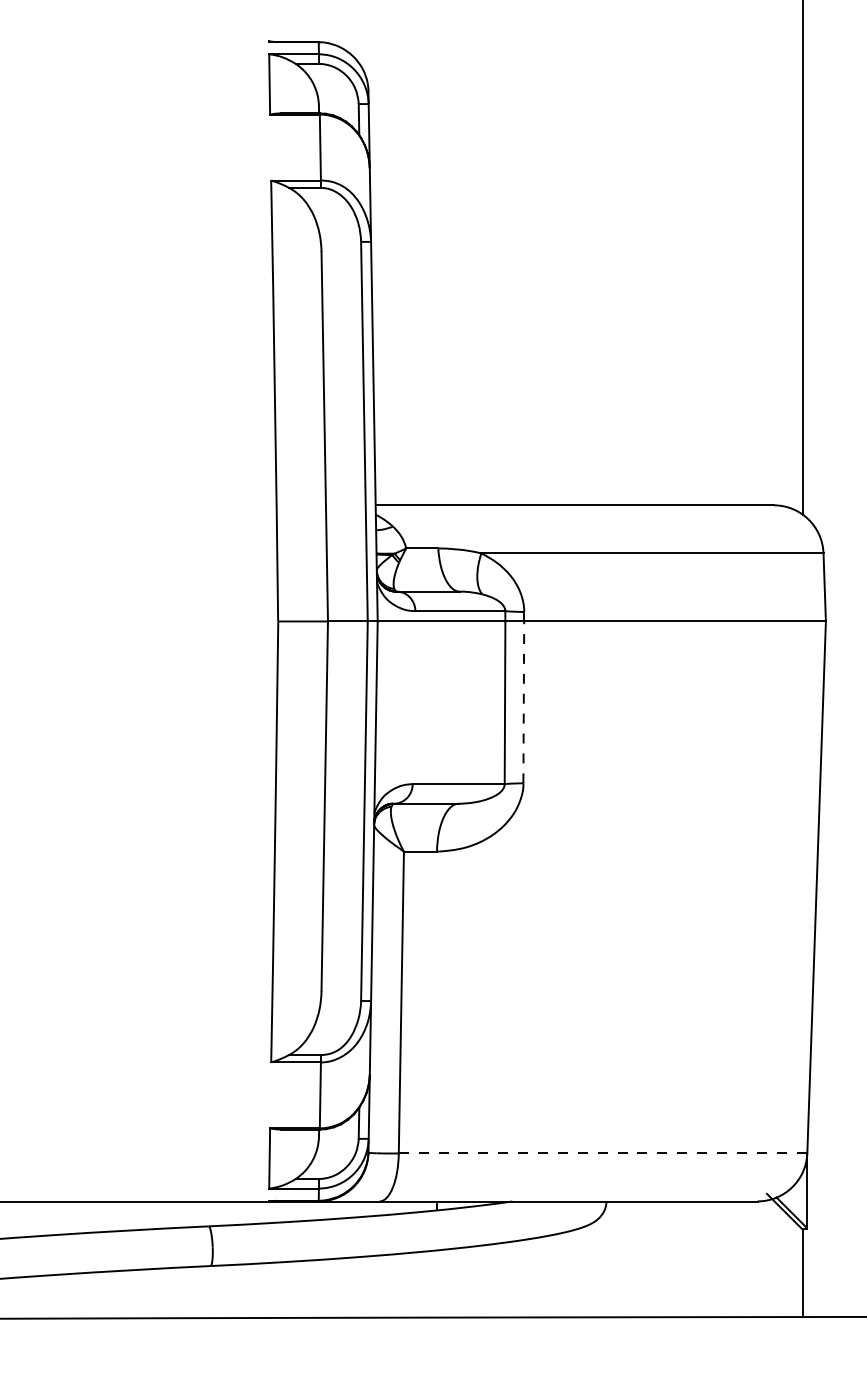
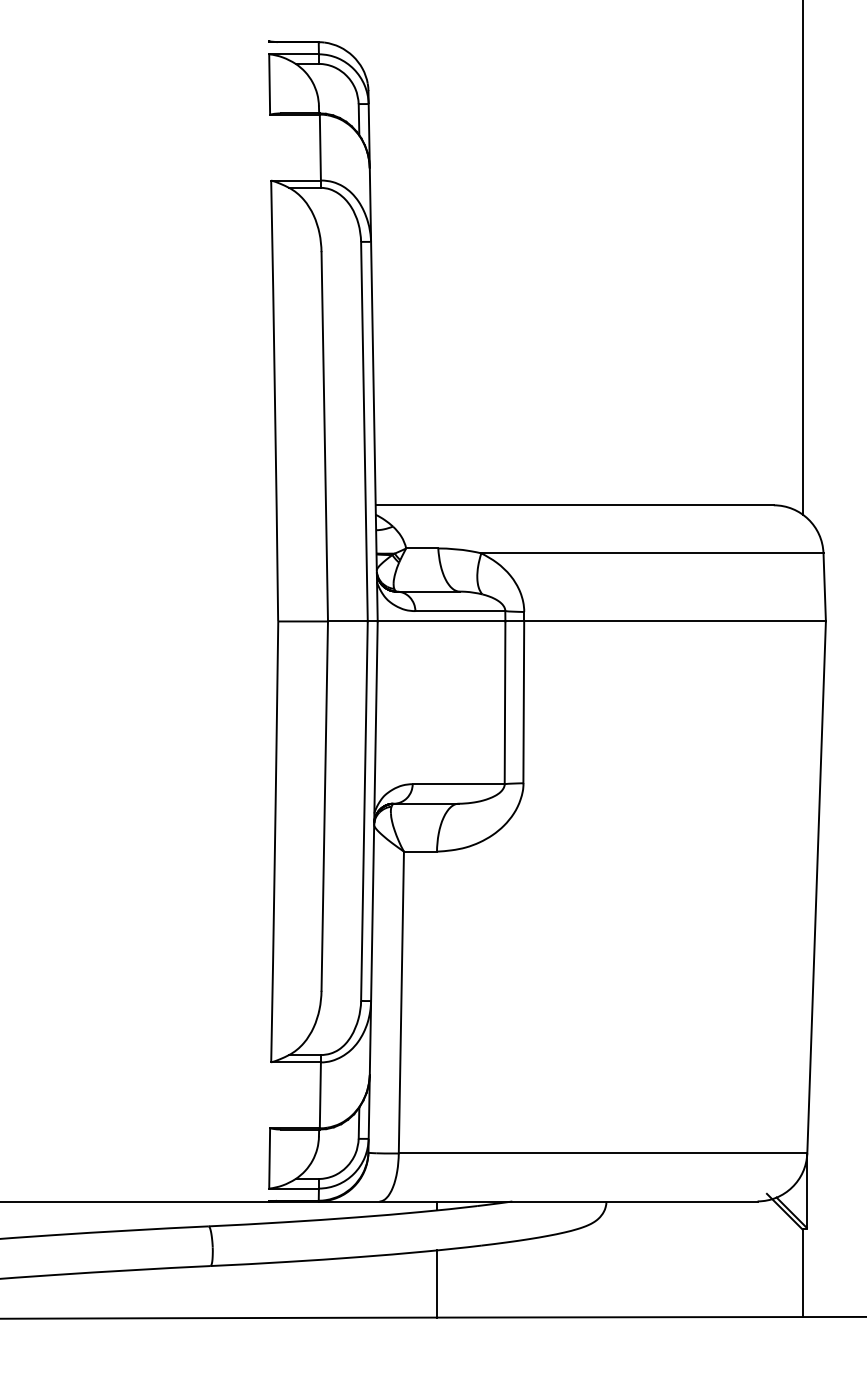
line at (523, 702): dashed -> solid
line at (603, 1153): dashed -> solid
line at (437, 1283): none -> present
